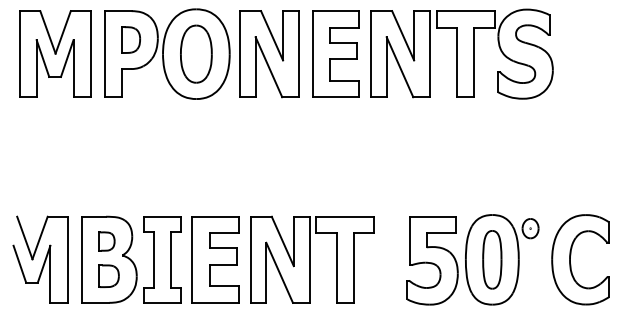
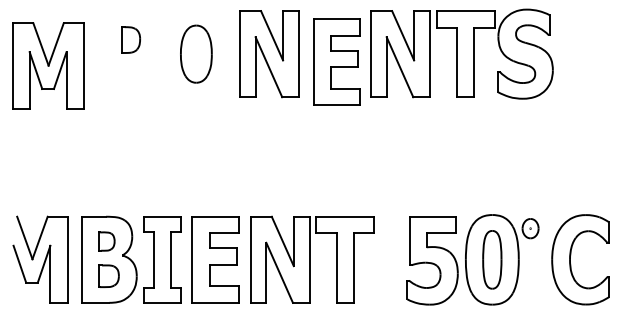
part at (55, 53) position: (55, 53) -> (48, 65)
part at (167, 53): present -> none
part at (335, 53) position: (335, 53) -> (336, 61)
